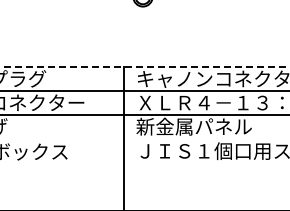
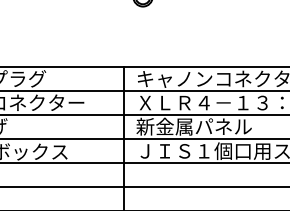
line at (145, 67): dashed -> solid
line at (144, 138): none -> present
line at (144, 162): none -> present
line at (144, 186): none -> present
